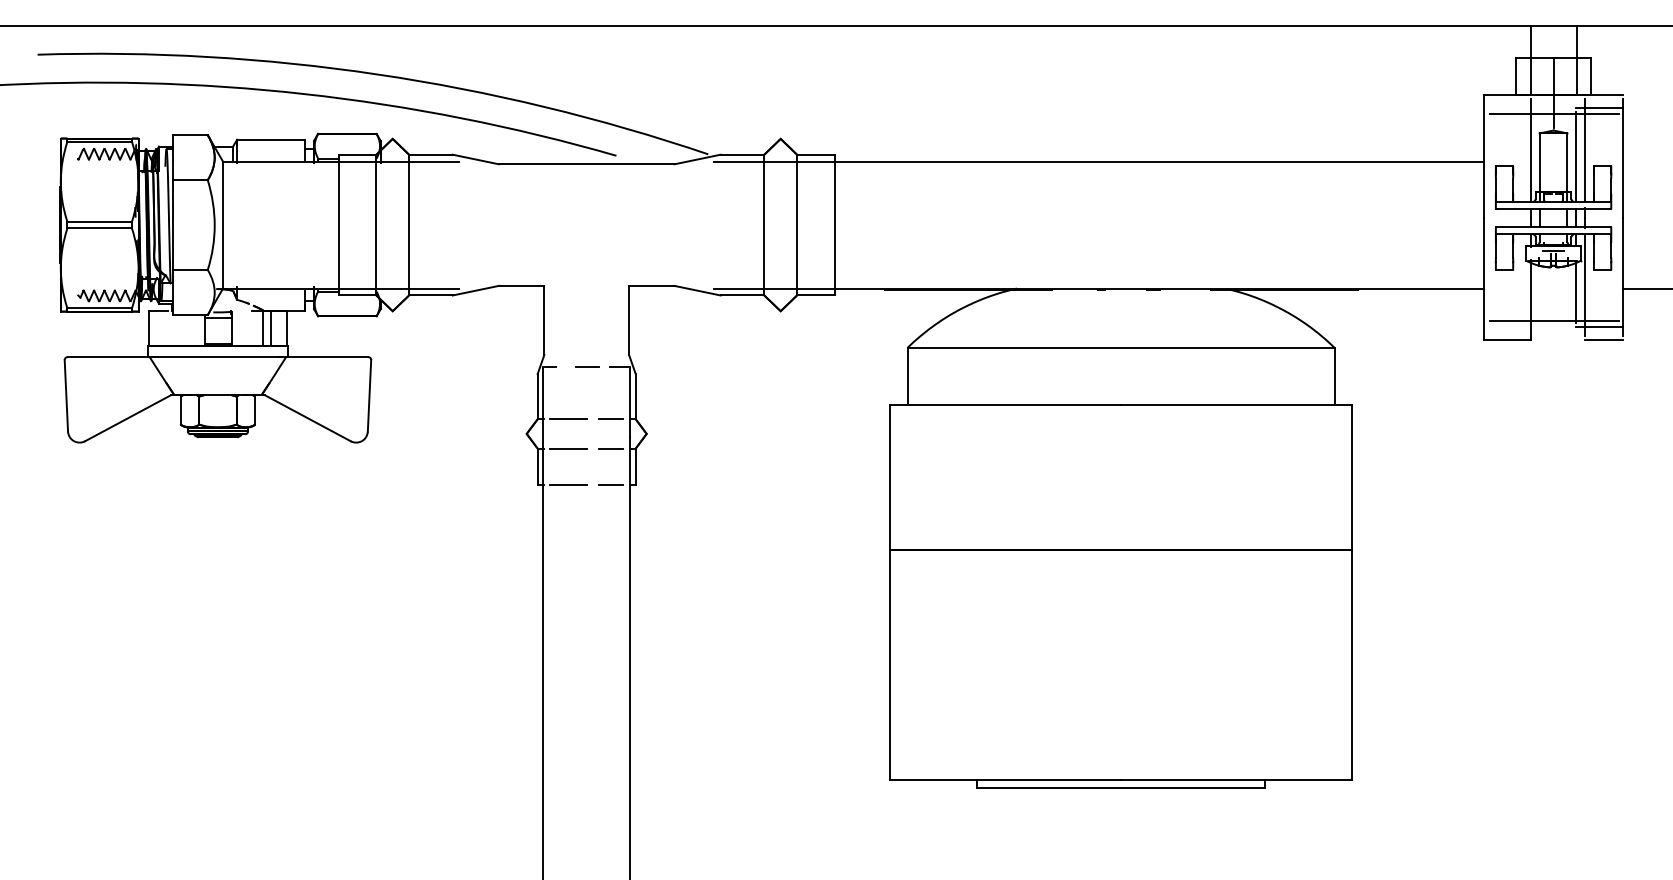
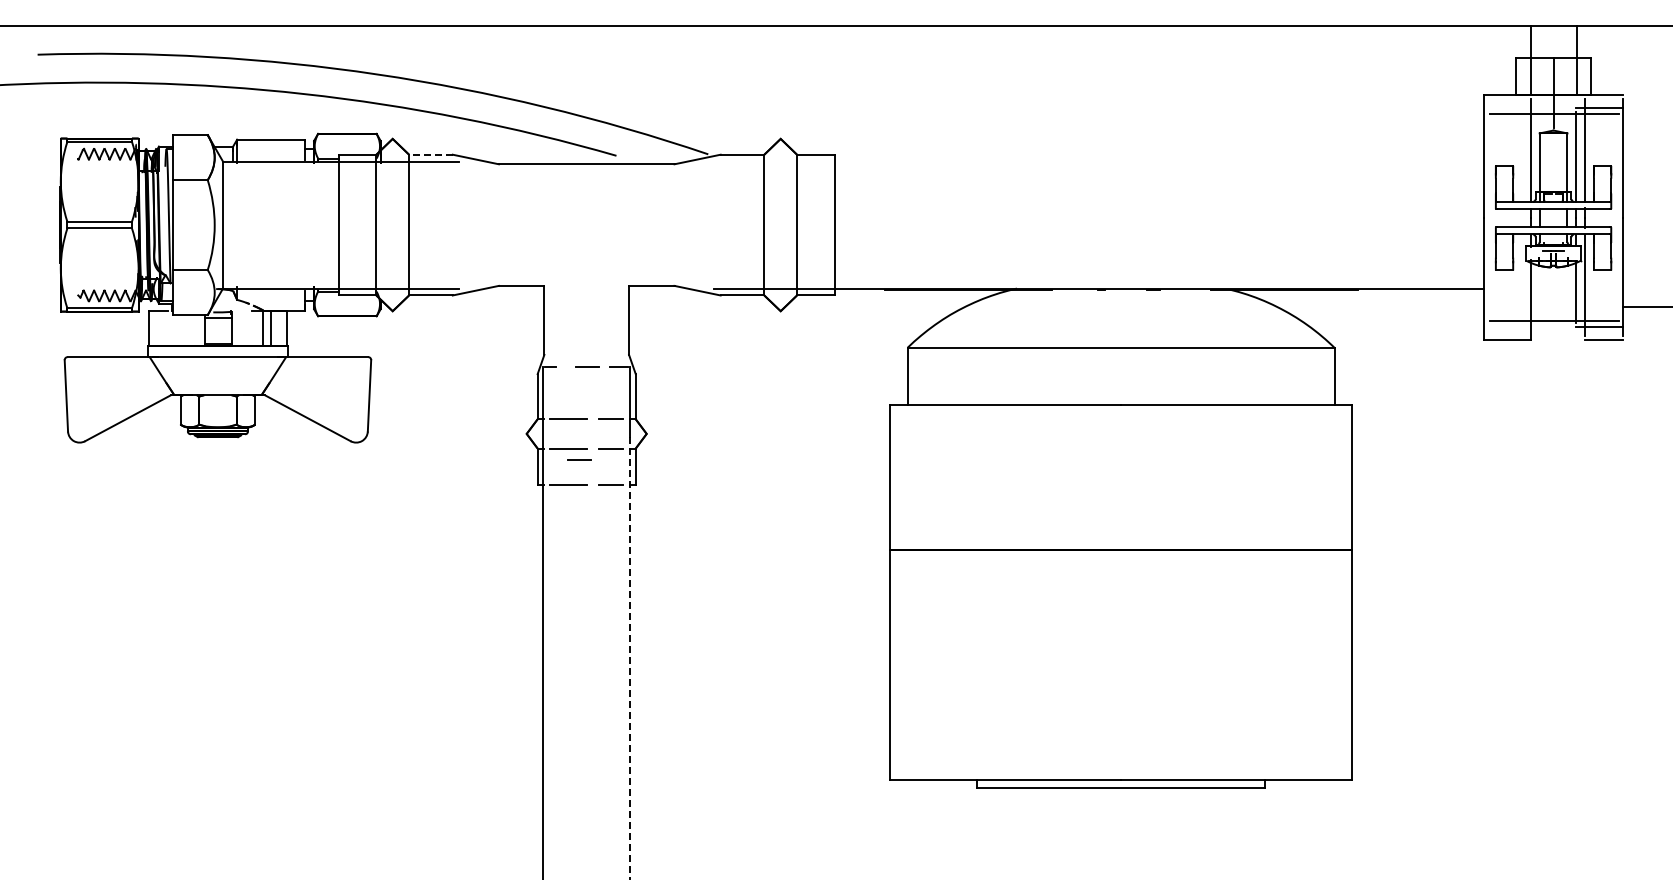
line at (430, 154): solid -> dashed
line at (1099, 161): present -> none
line at (1645, 288) position: (1645, 288) -> (1645, 306)
line at (579, 459): none -> present
line at (629, 657): solid -> dashed
